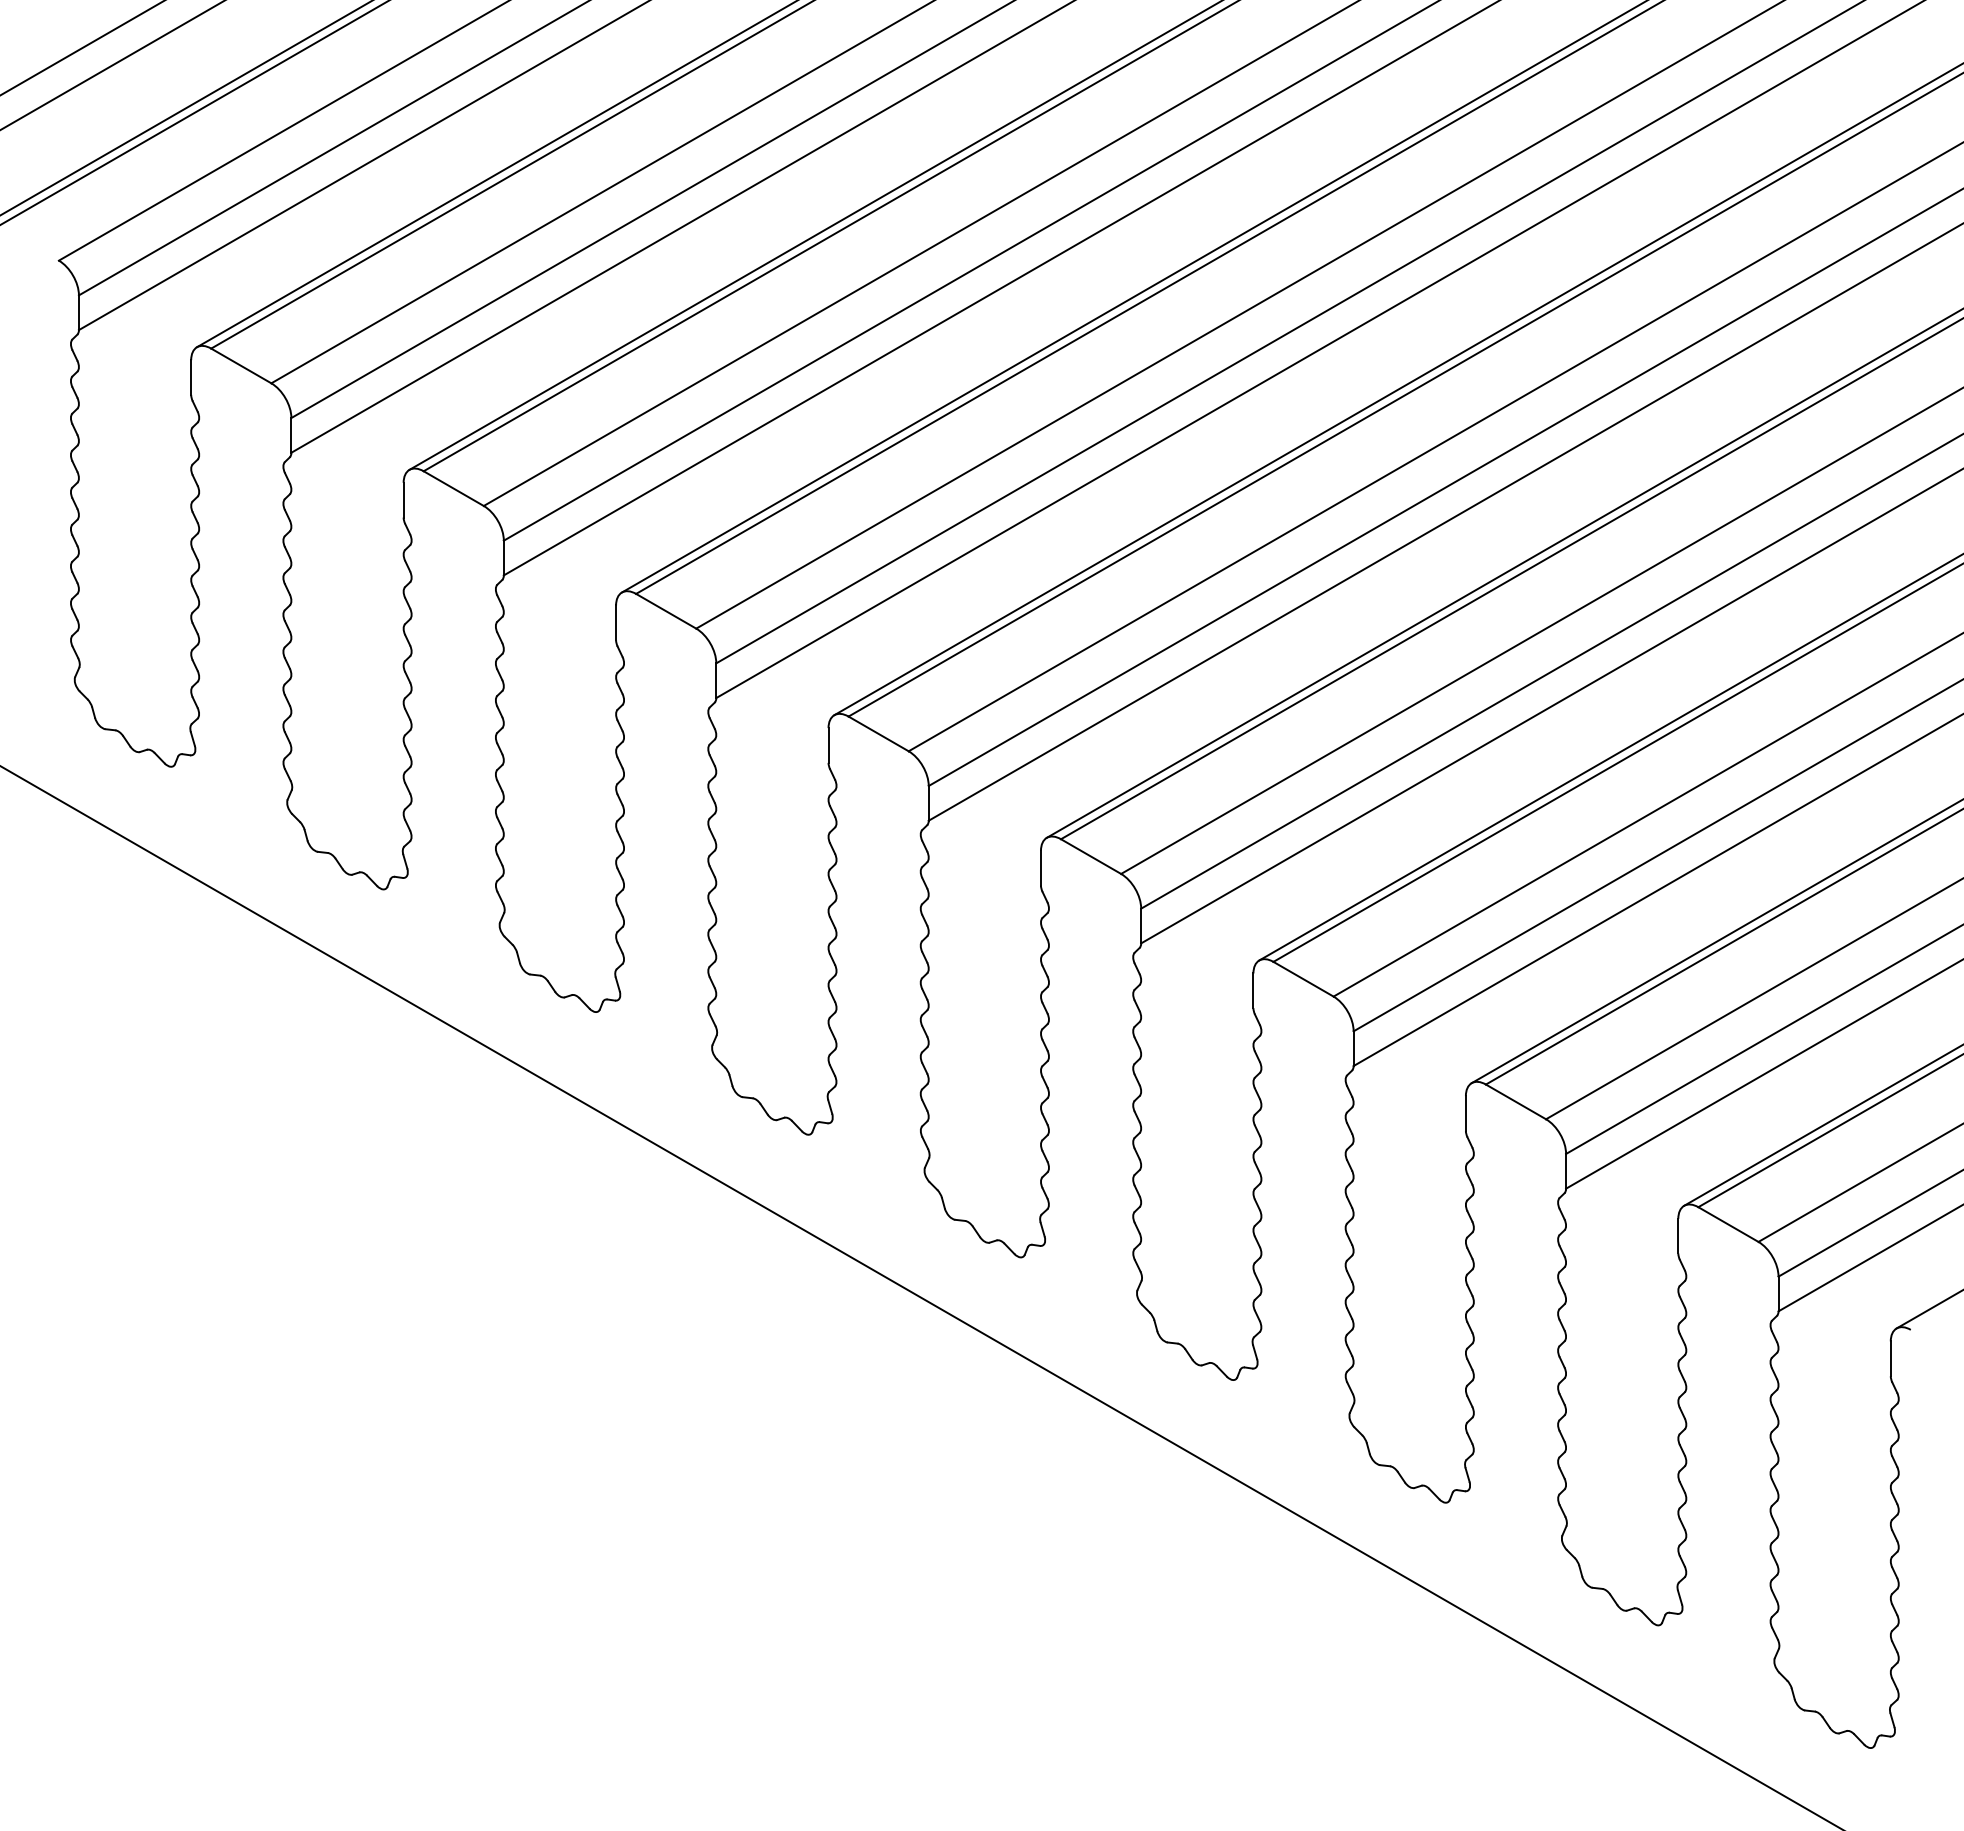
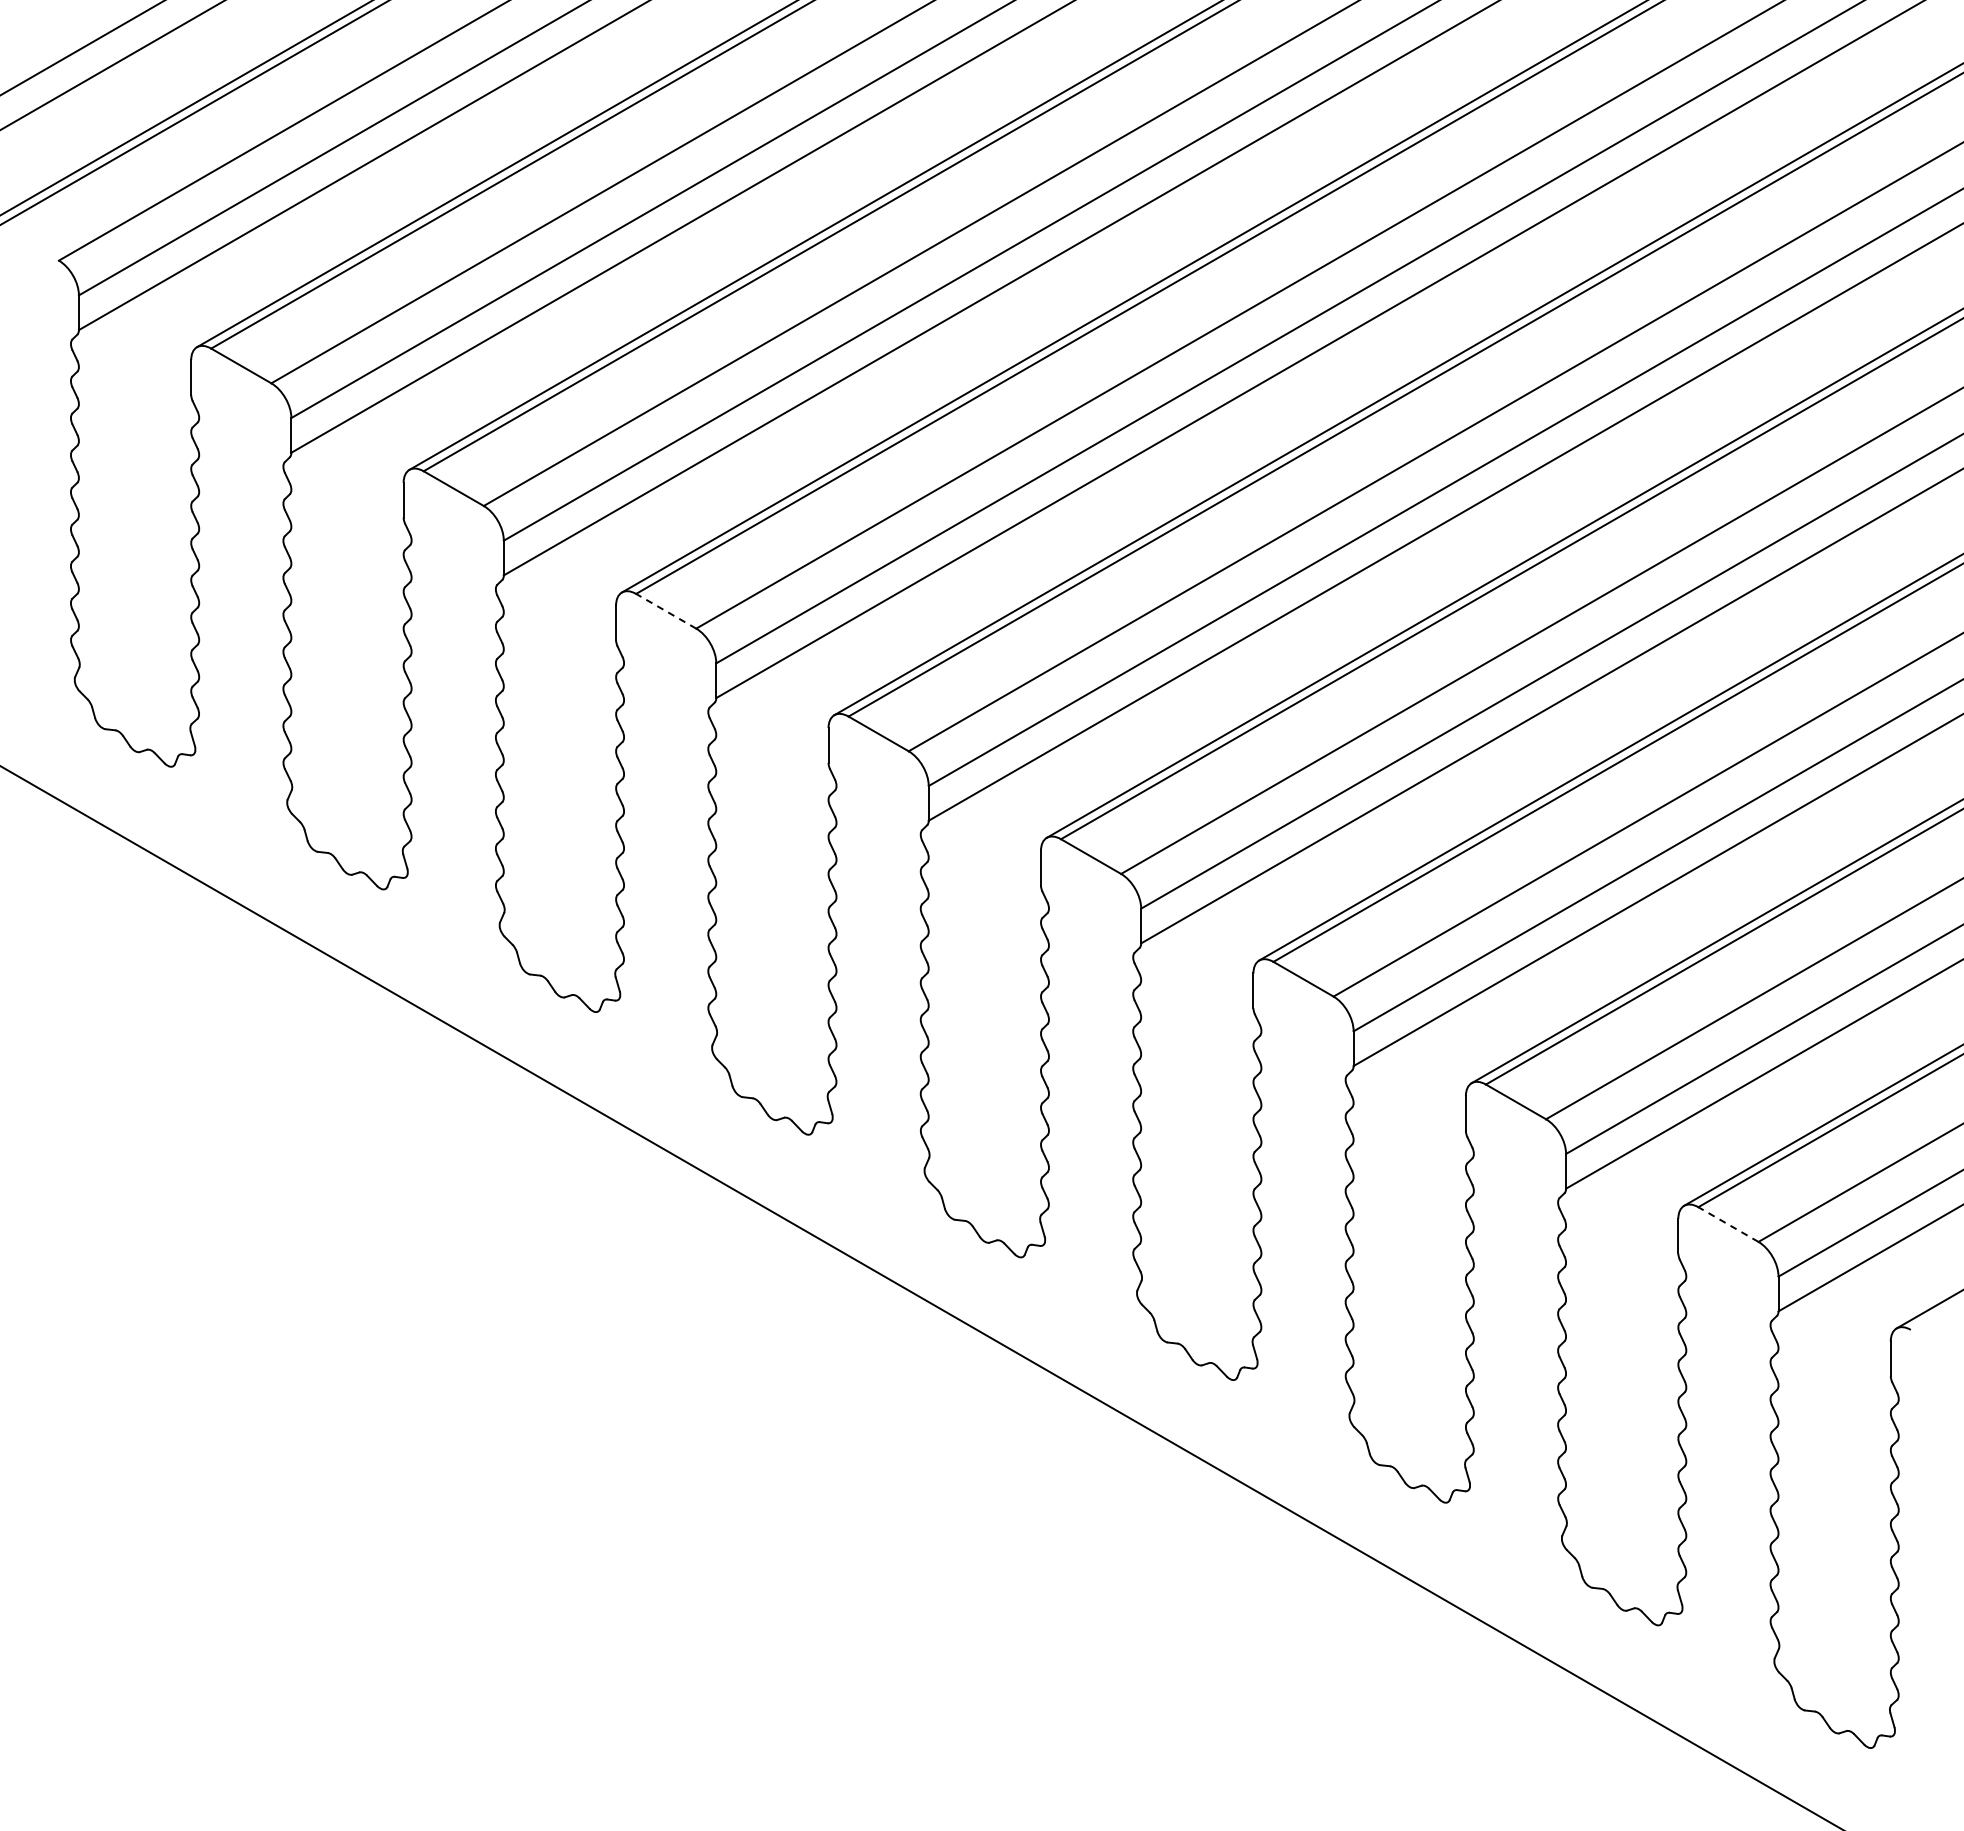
line at (666, 611): solid -> dashed
line at (1728, 1224): solid -> dashed
